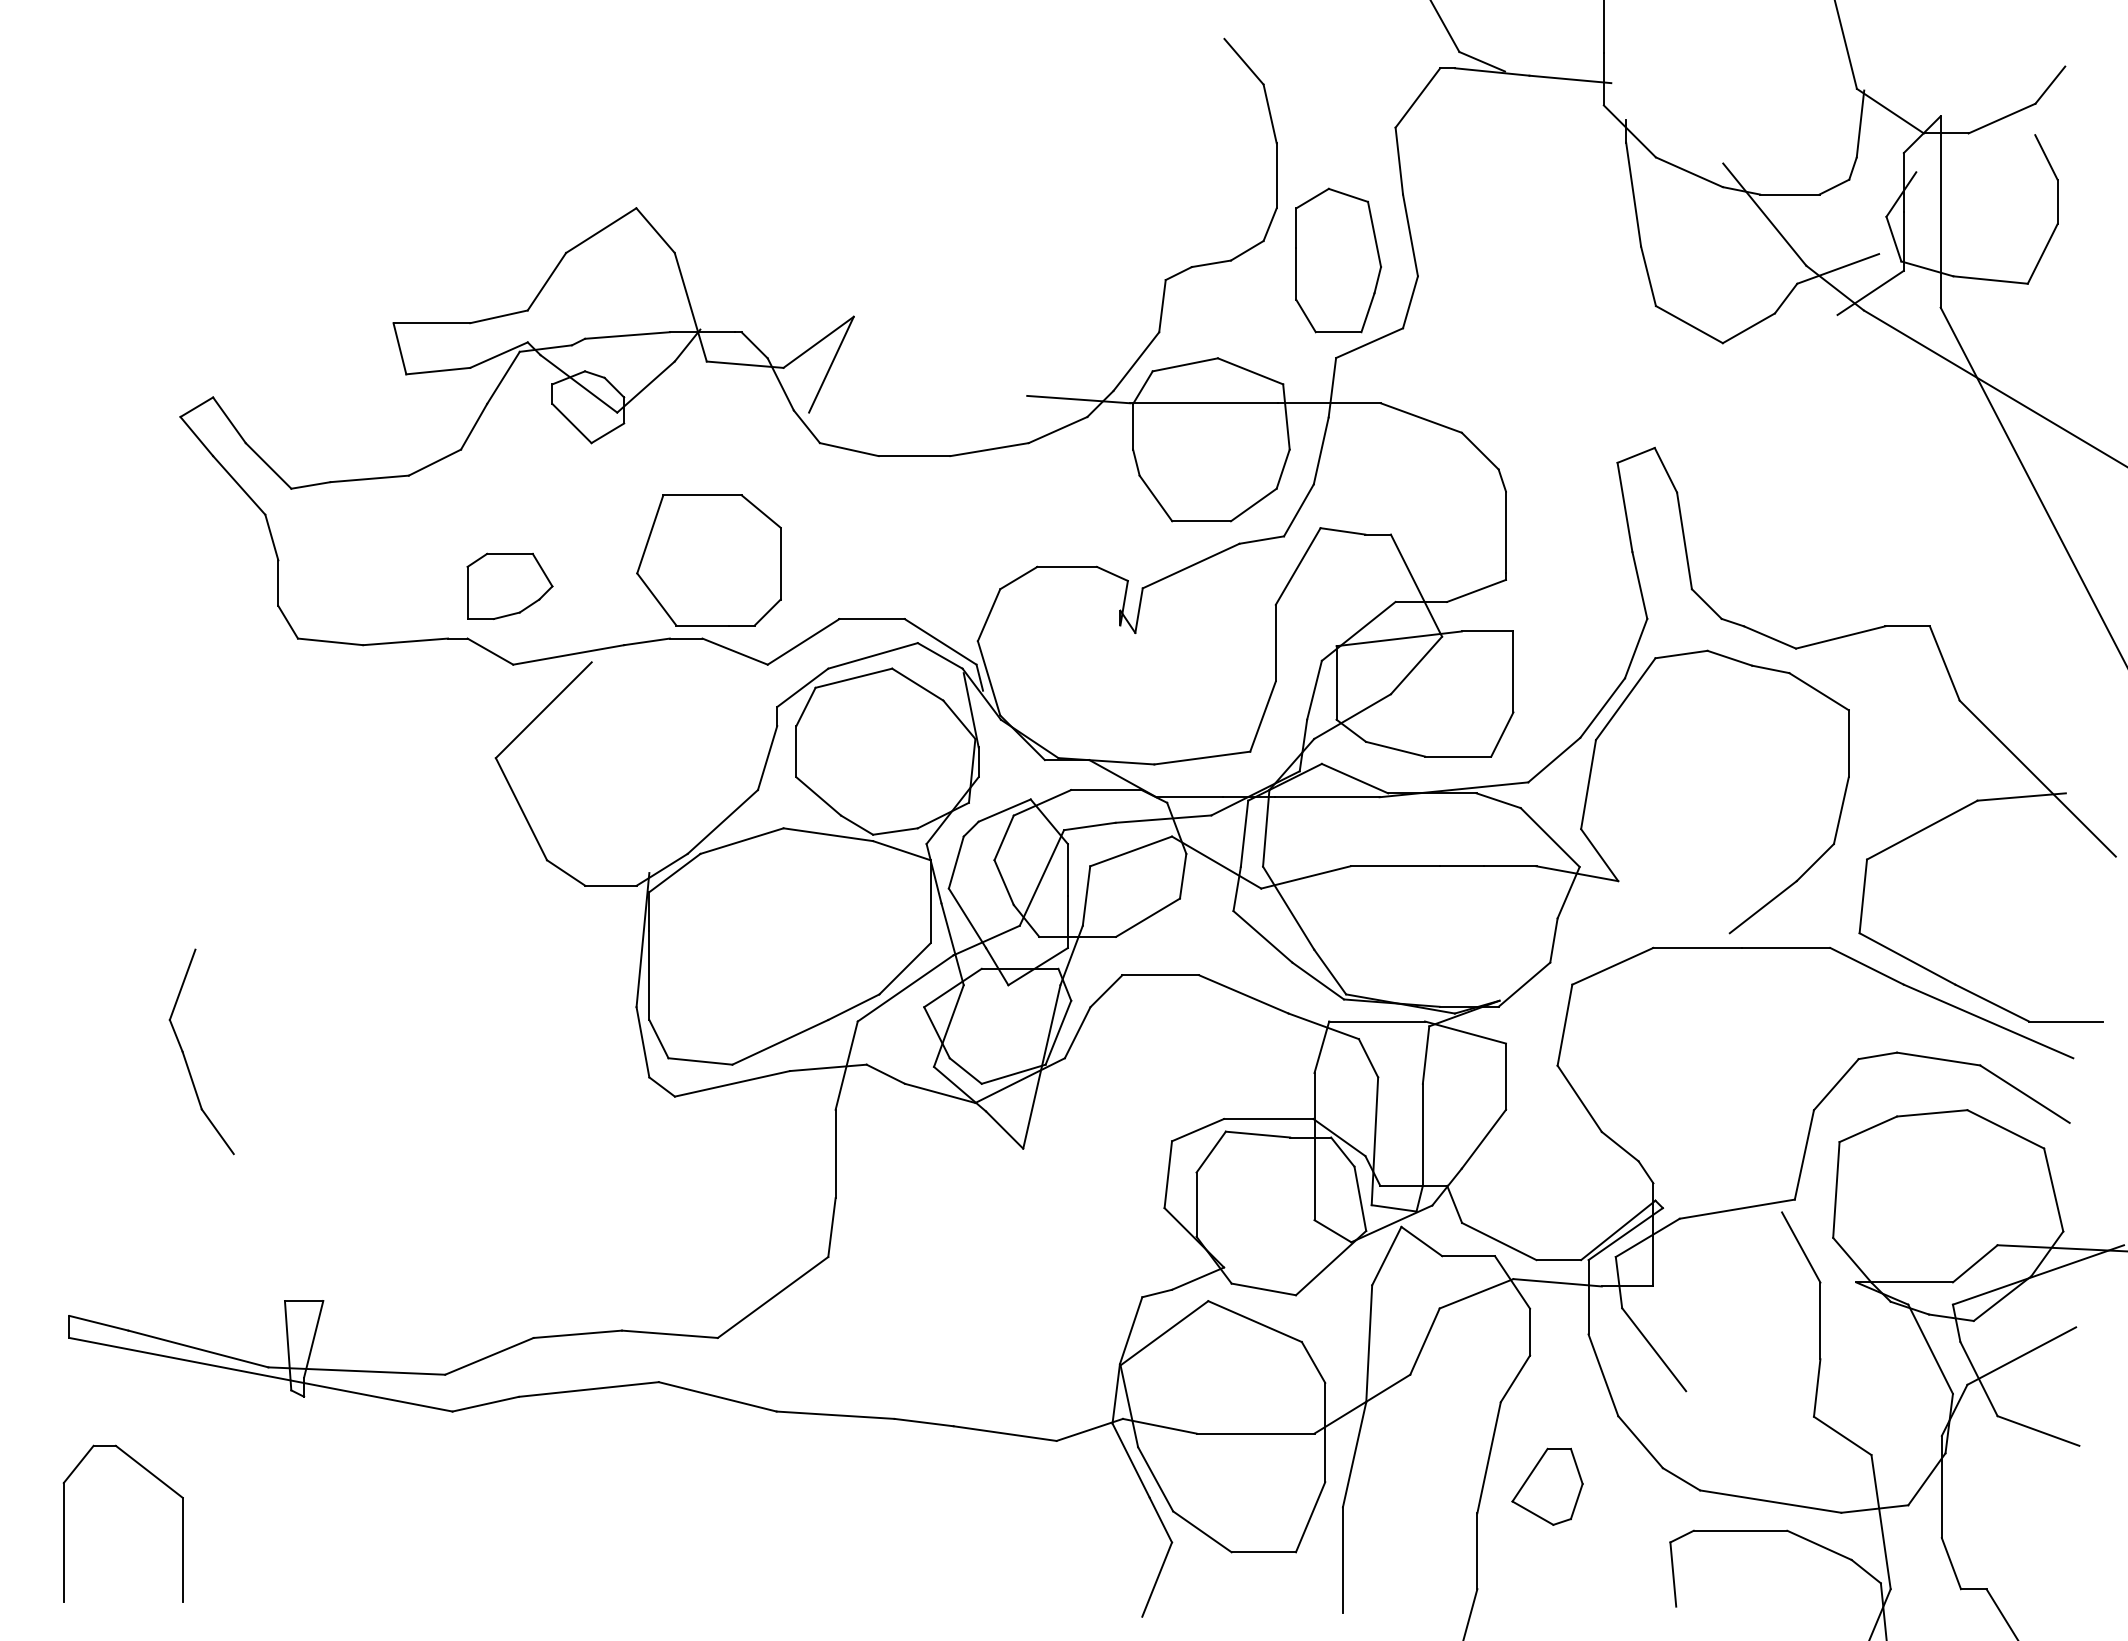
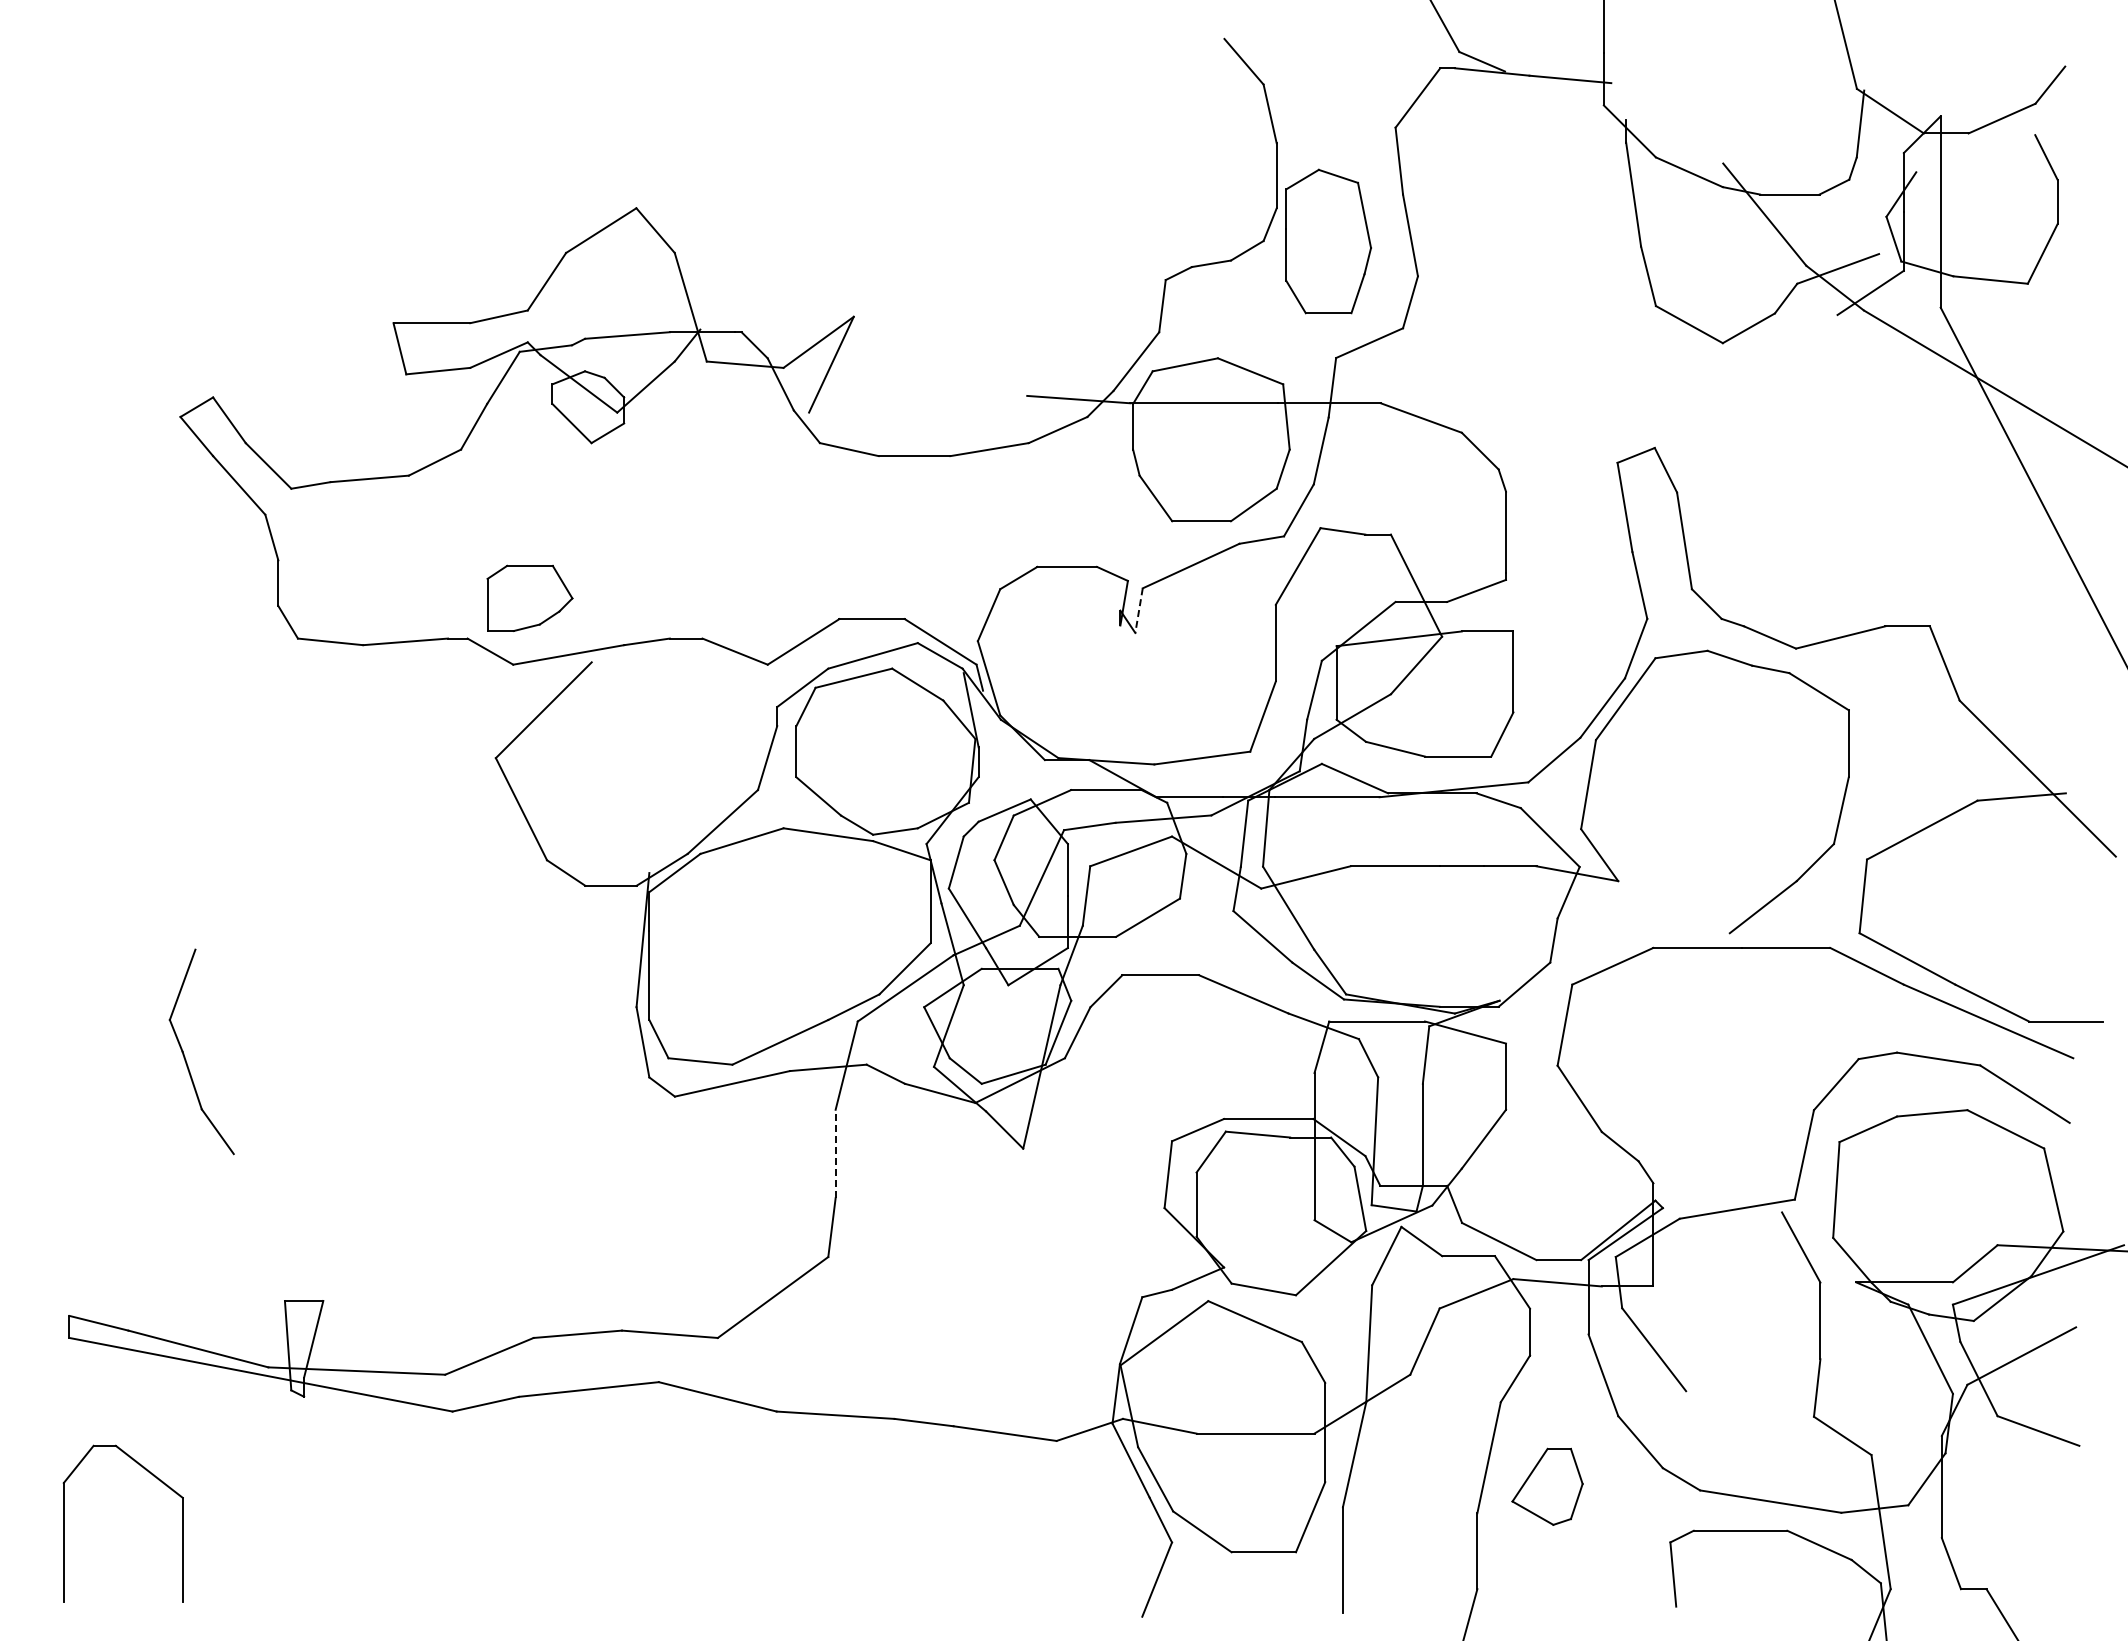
part at (1338, 260) position: (1338, 260) -> (1328, 241)
part at (708, 560): present -> none
part at (509, 585) position: (509, 585) -> (529, 597)
line at (1139, 610): solid -> dashed
line at (835, 1153): solid -> dashed
